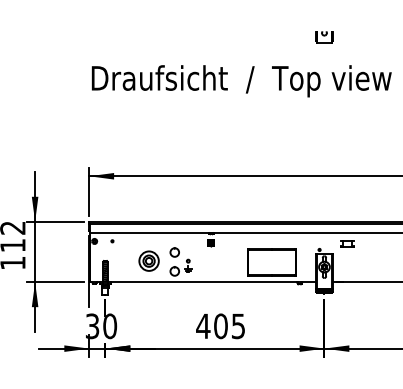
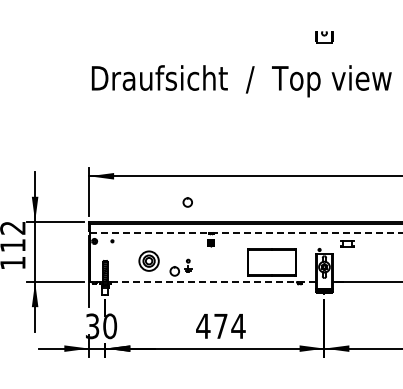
line at (246, 232): solid -> dashed
part at (174, 252) position: (174, 252) -> (187, 202)
line at (213, 282): solid -> dashed
text at (229, 326): 405 -> 474
